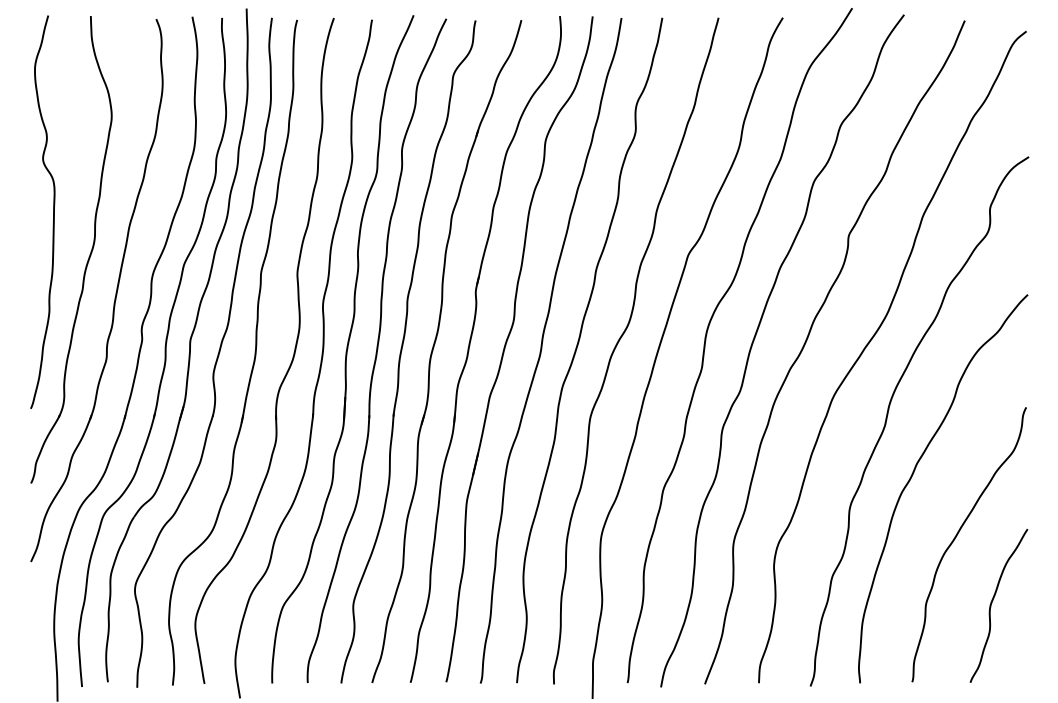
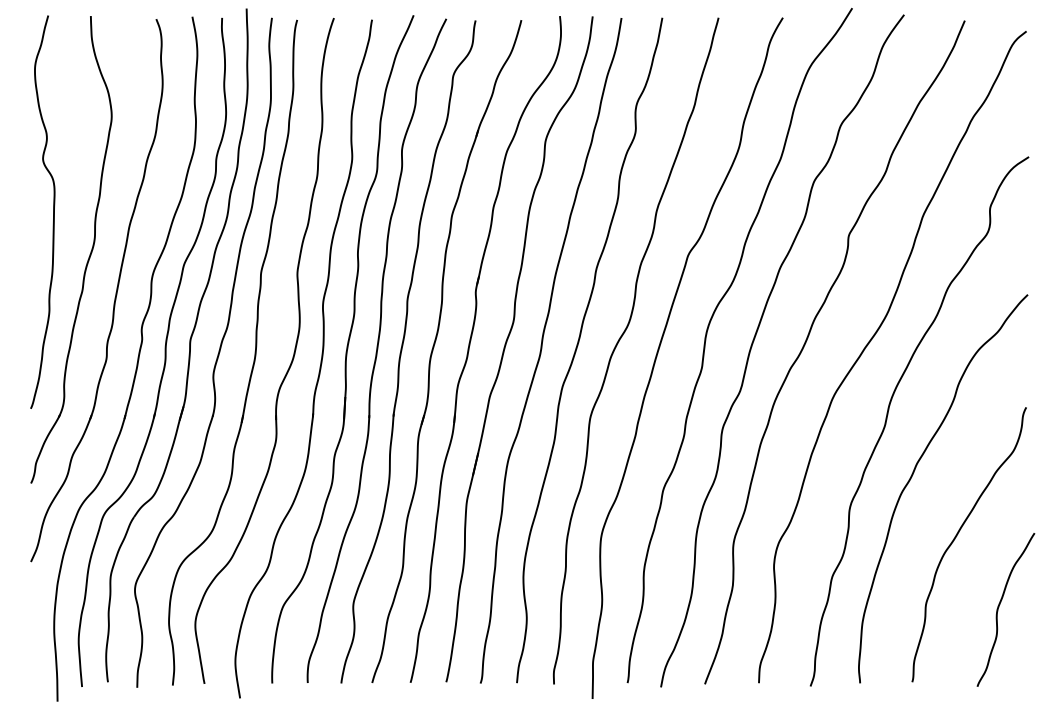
curve at (992, 603) position: (992, 603) -> (999, 607)
